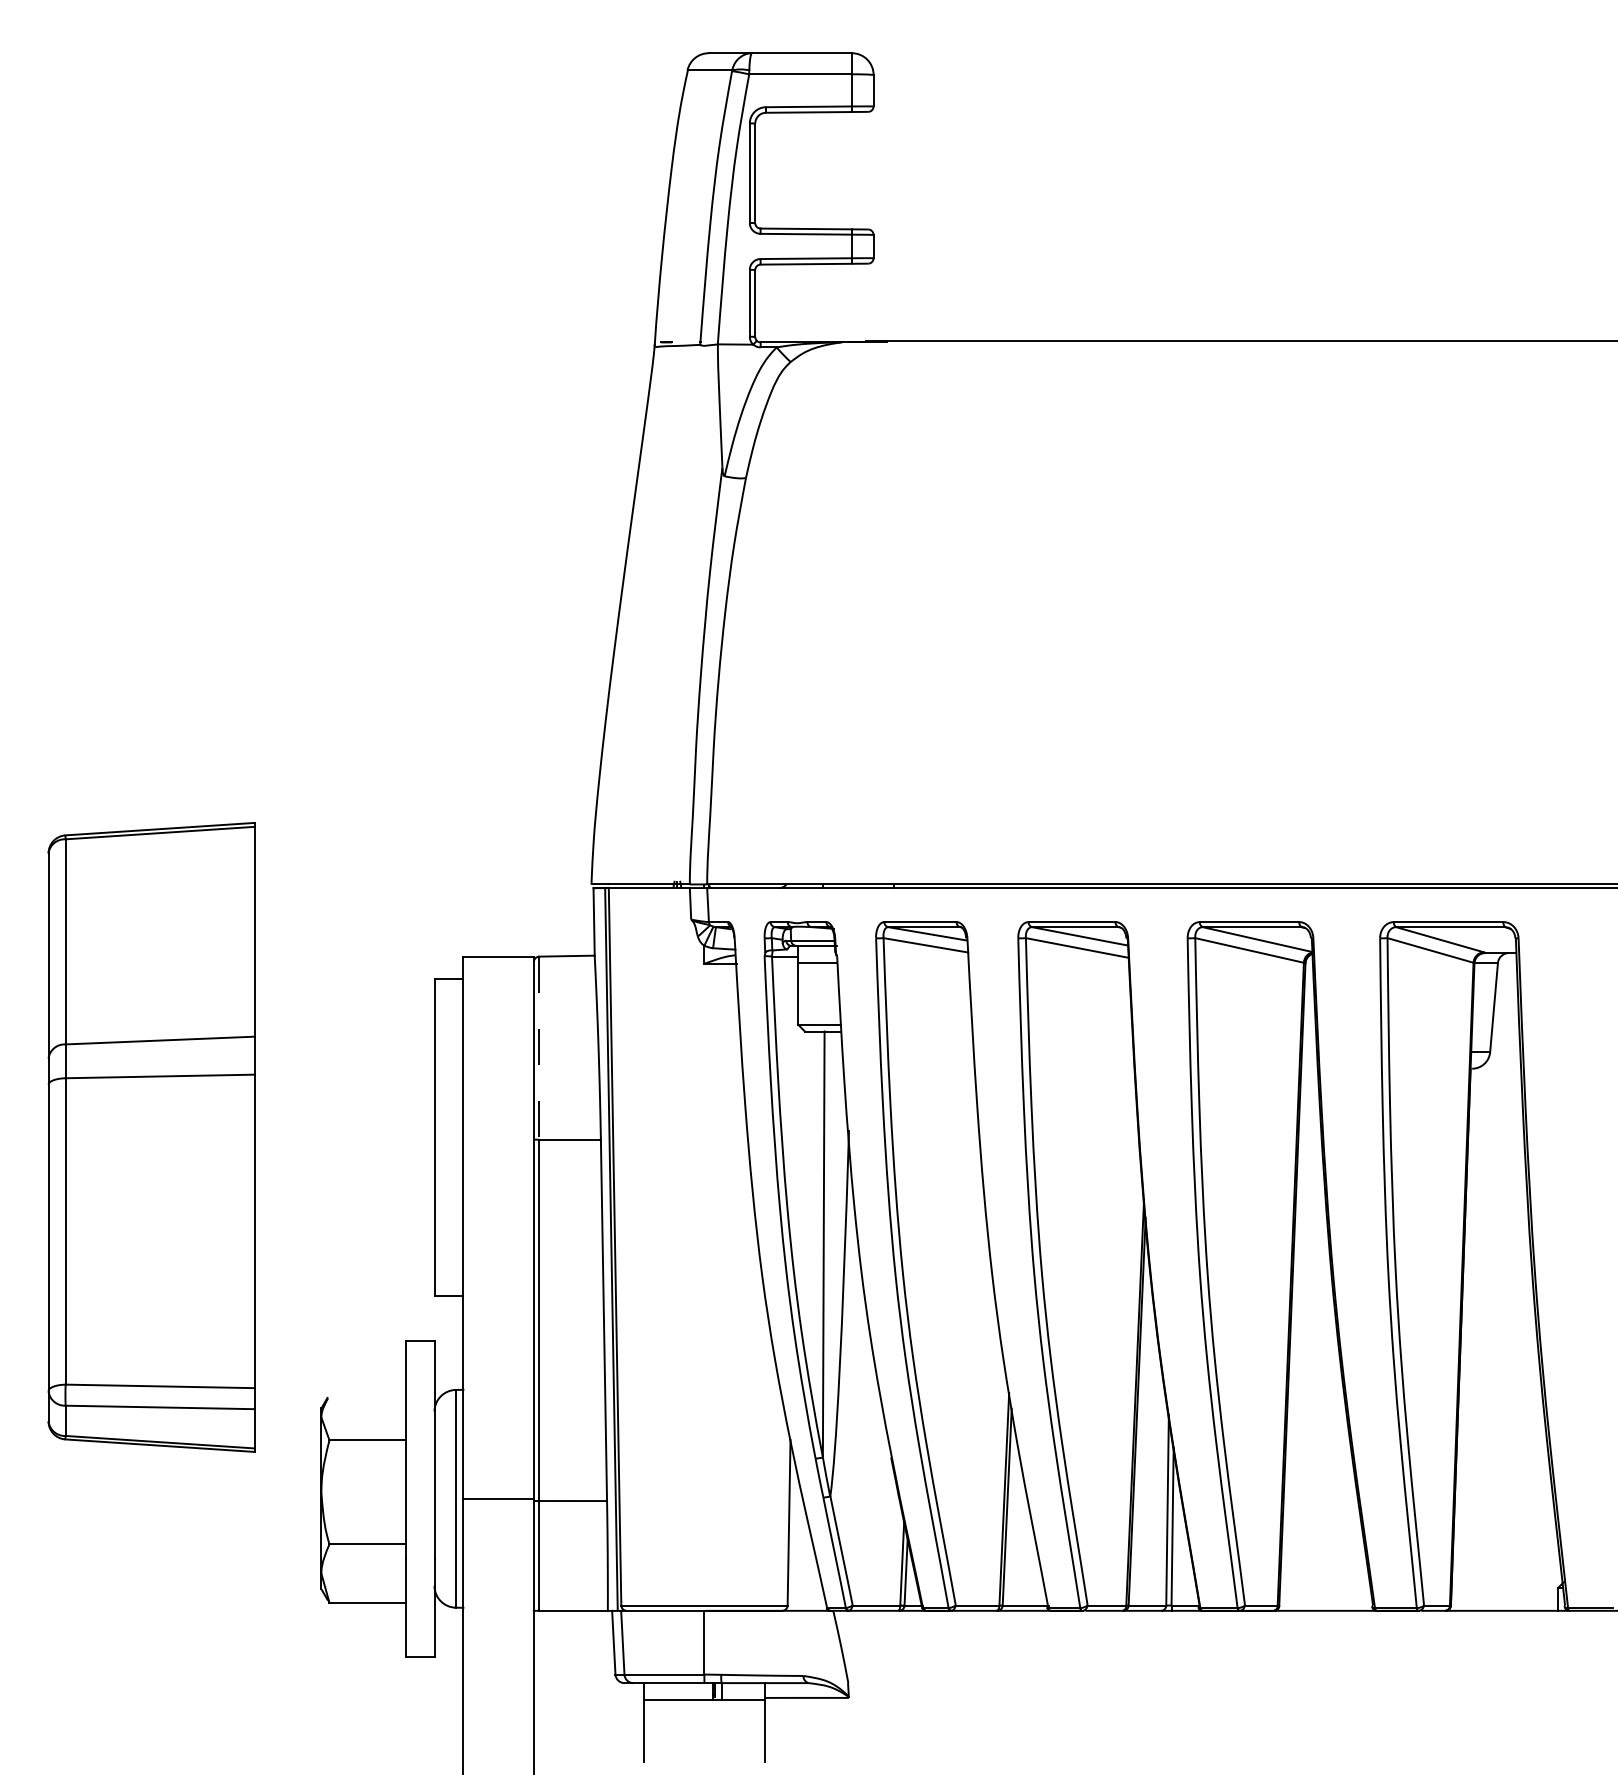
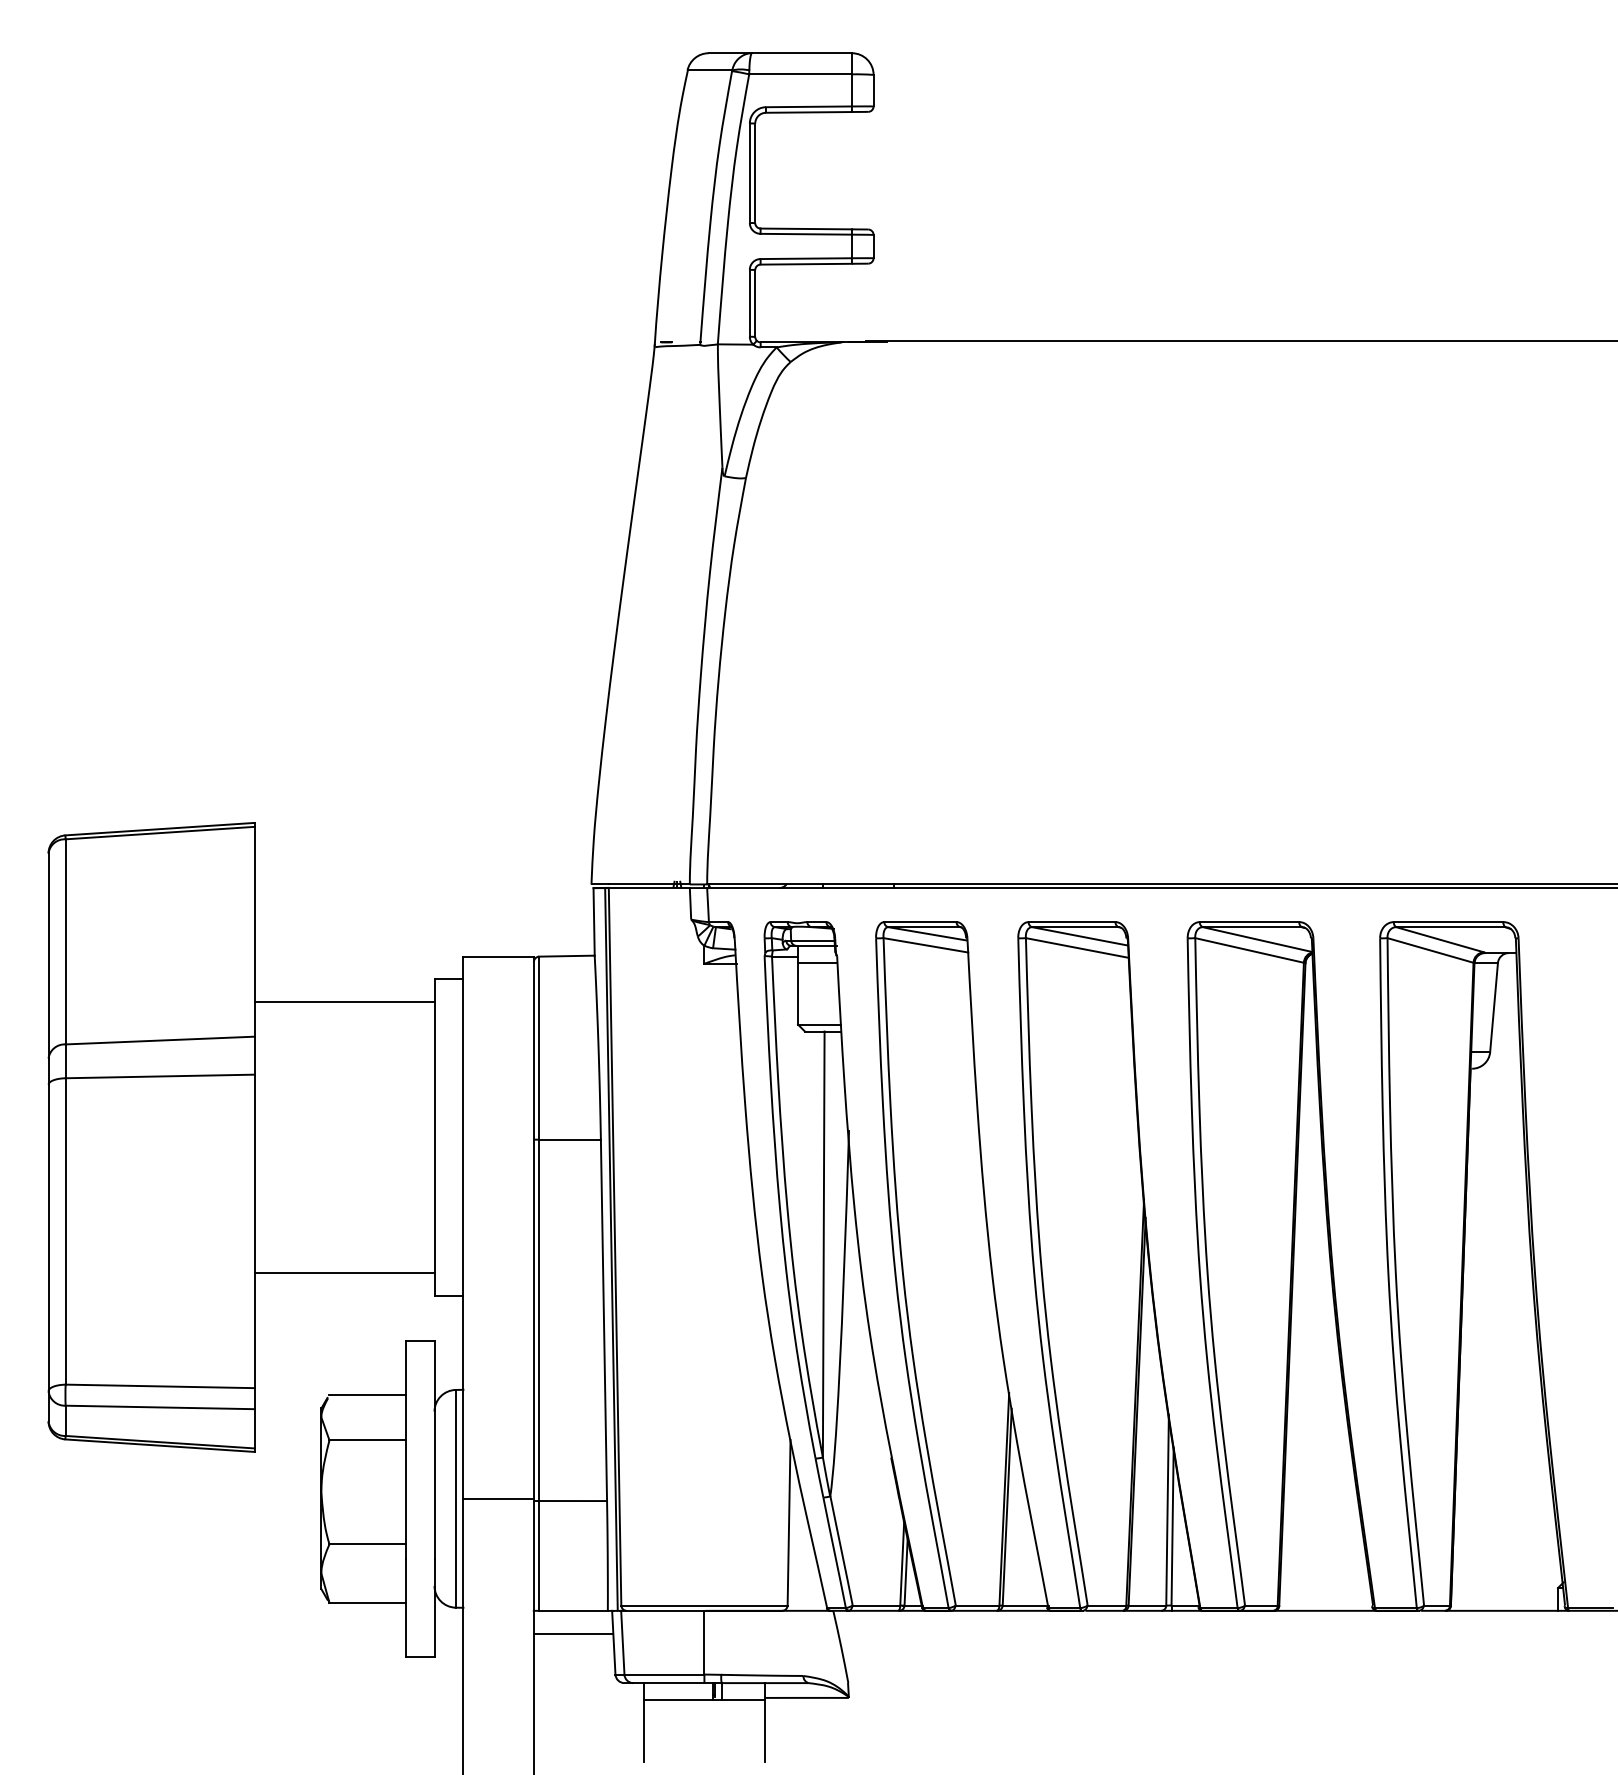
line at (344, 1001): none -> present
line at (539, 1048): dashed -> solid
line at (344, 1272): none -> present
line at (367, 1394): none -> present
line at (573, 1634): none -> present
